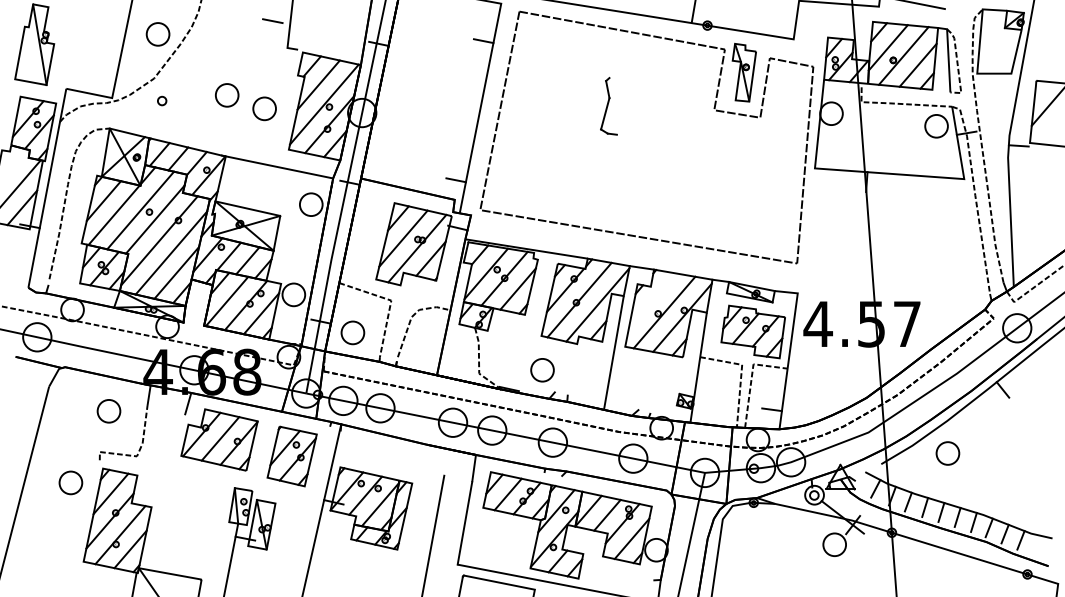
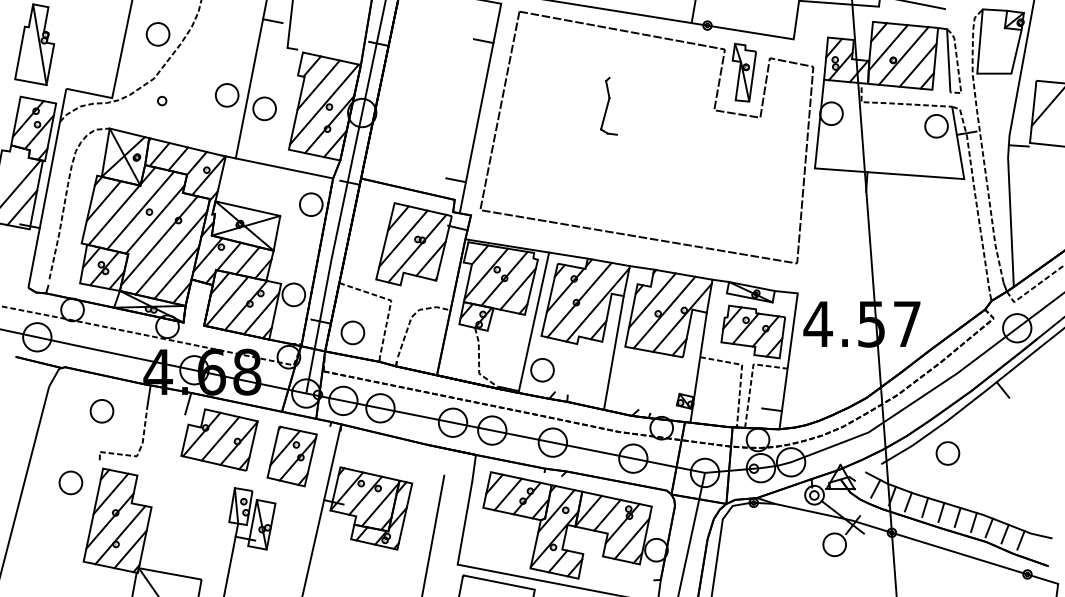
line at (250, 80): none -> present
line at (652, 300): none -> present
line at (533, 322): none -> present
part at (108, 411) position: (108, 411) -> (101, 411)
